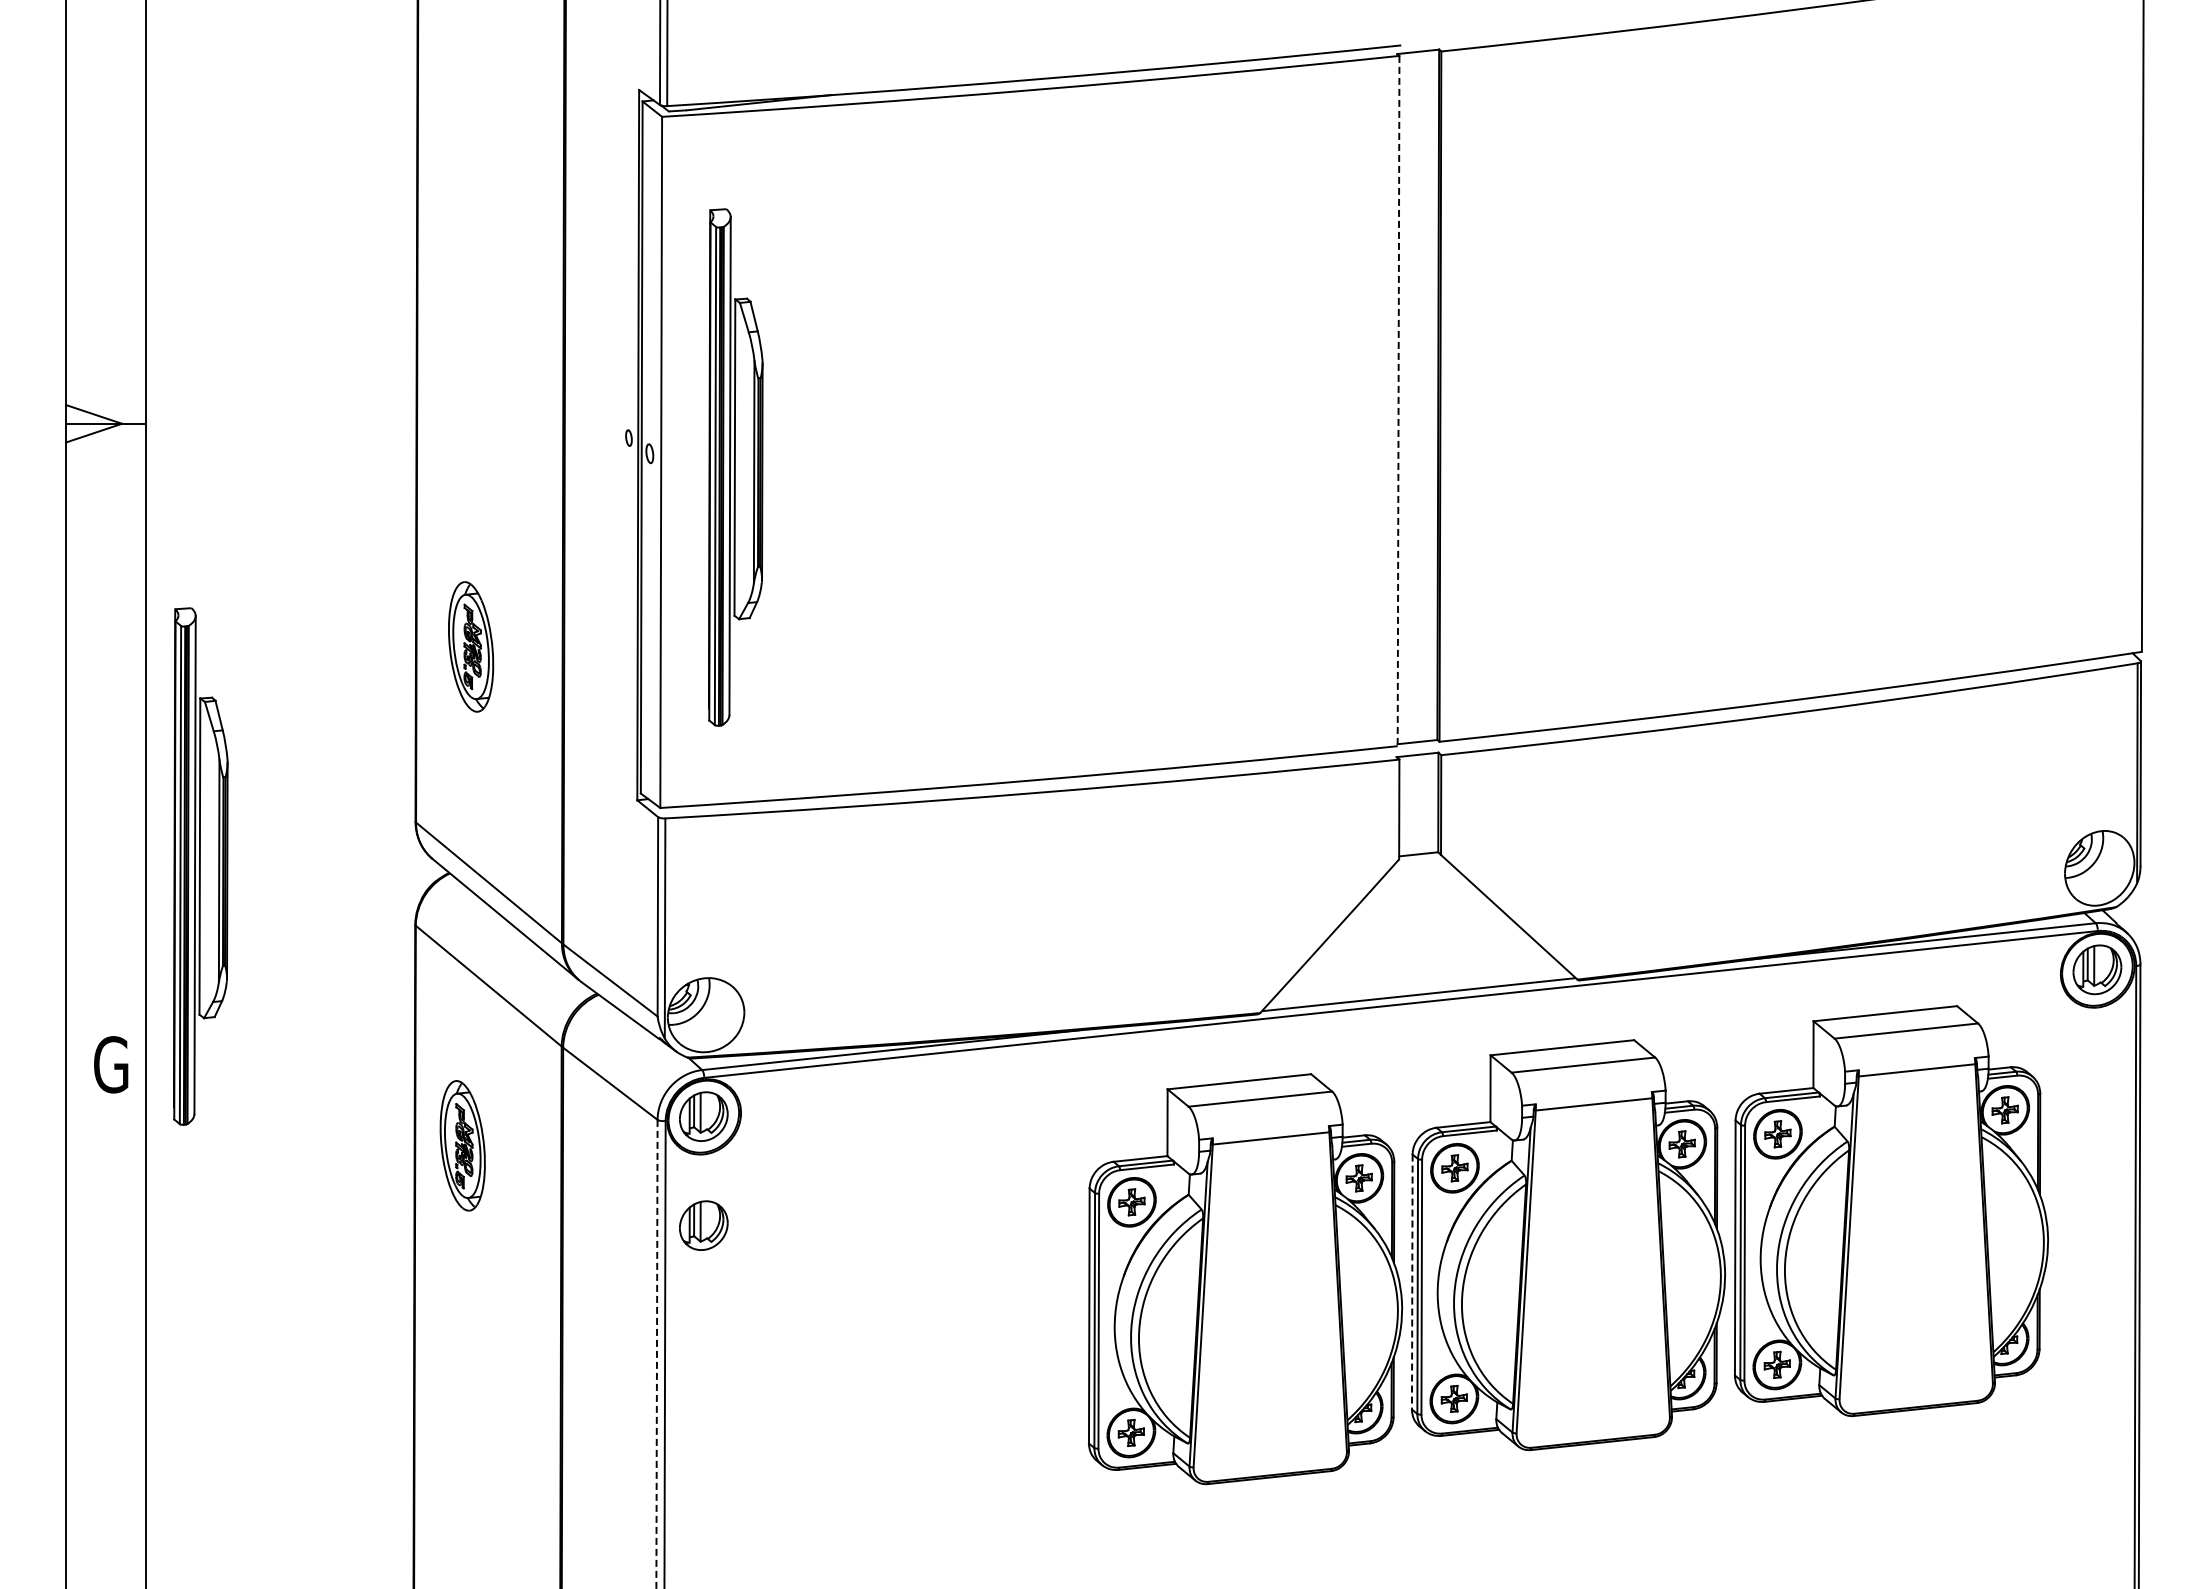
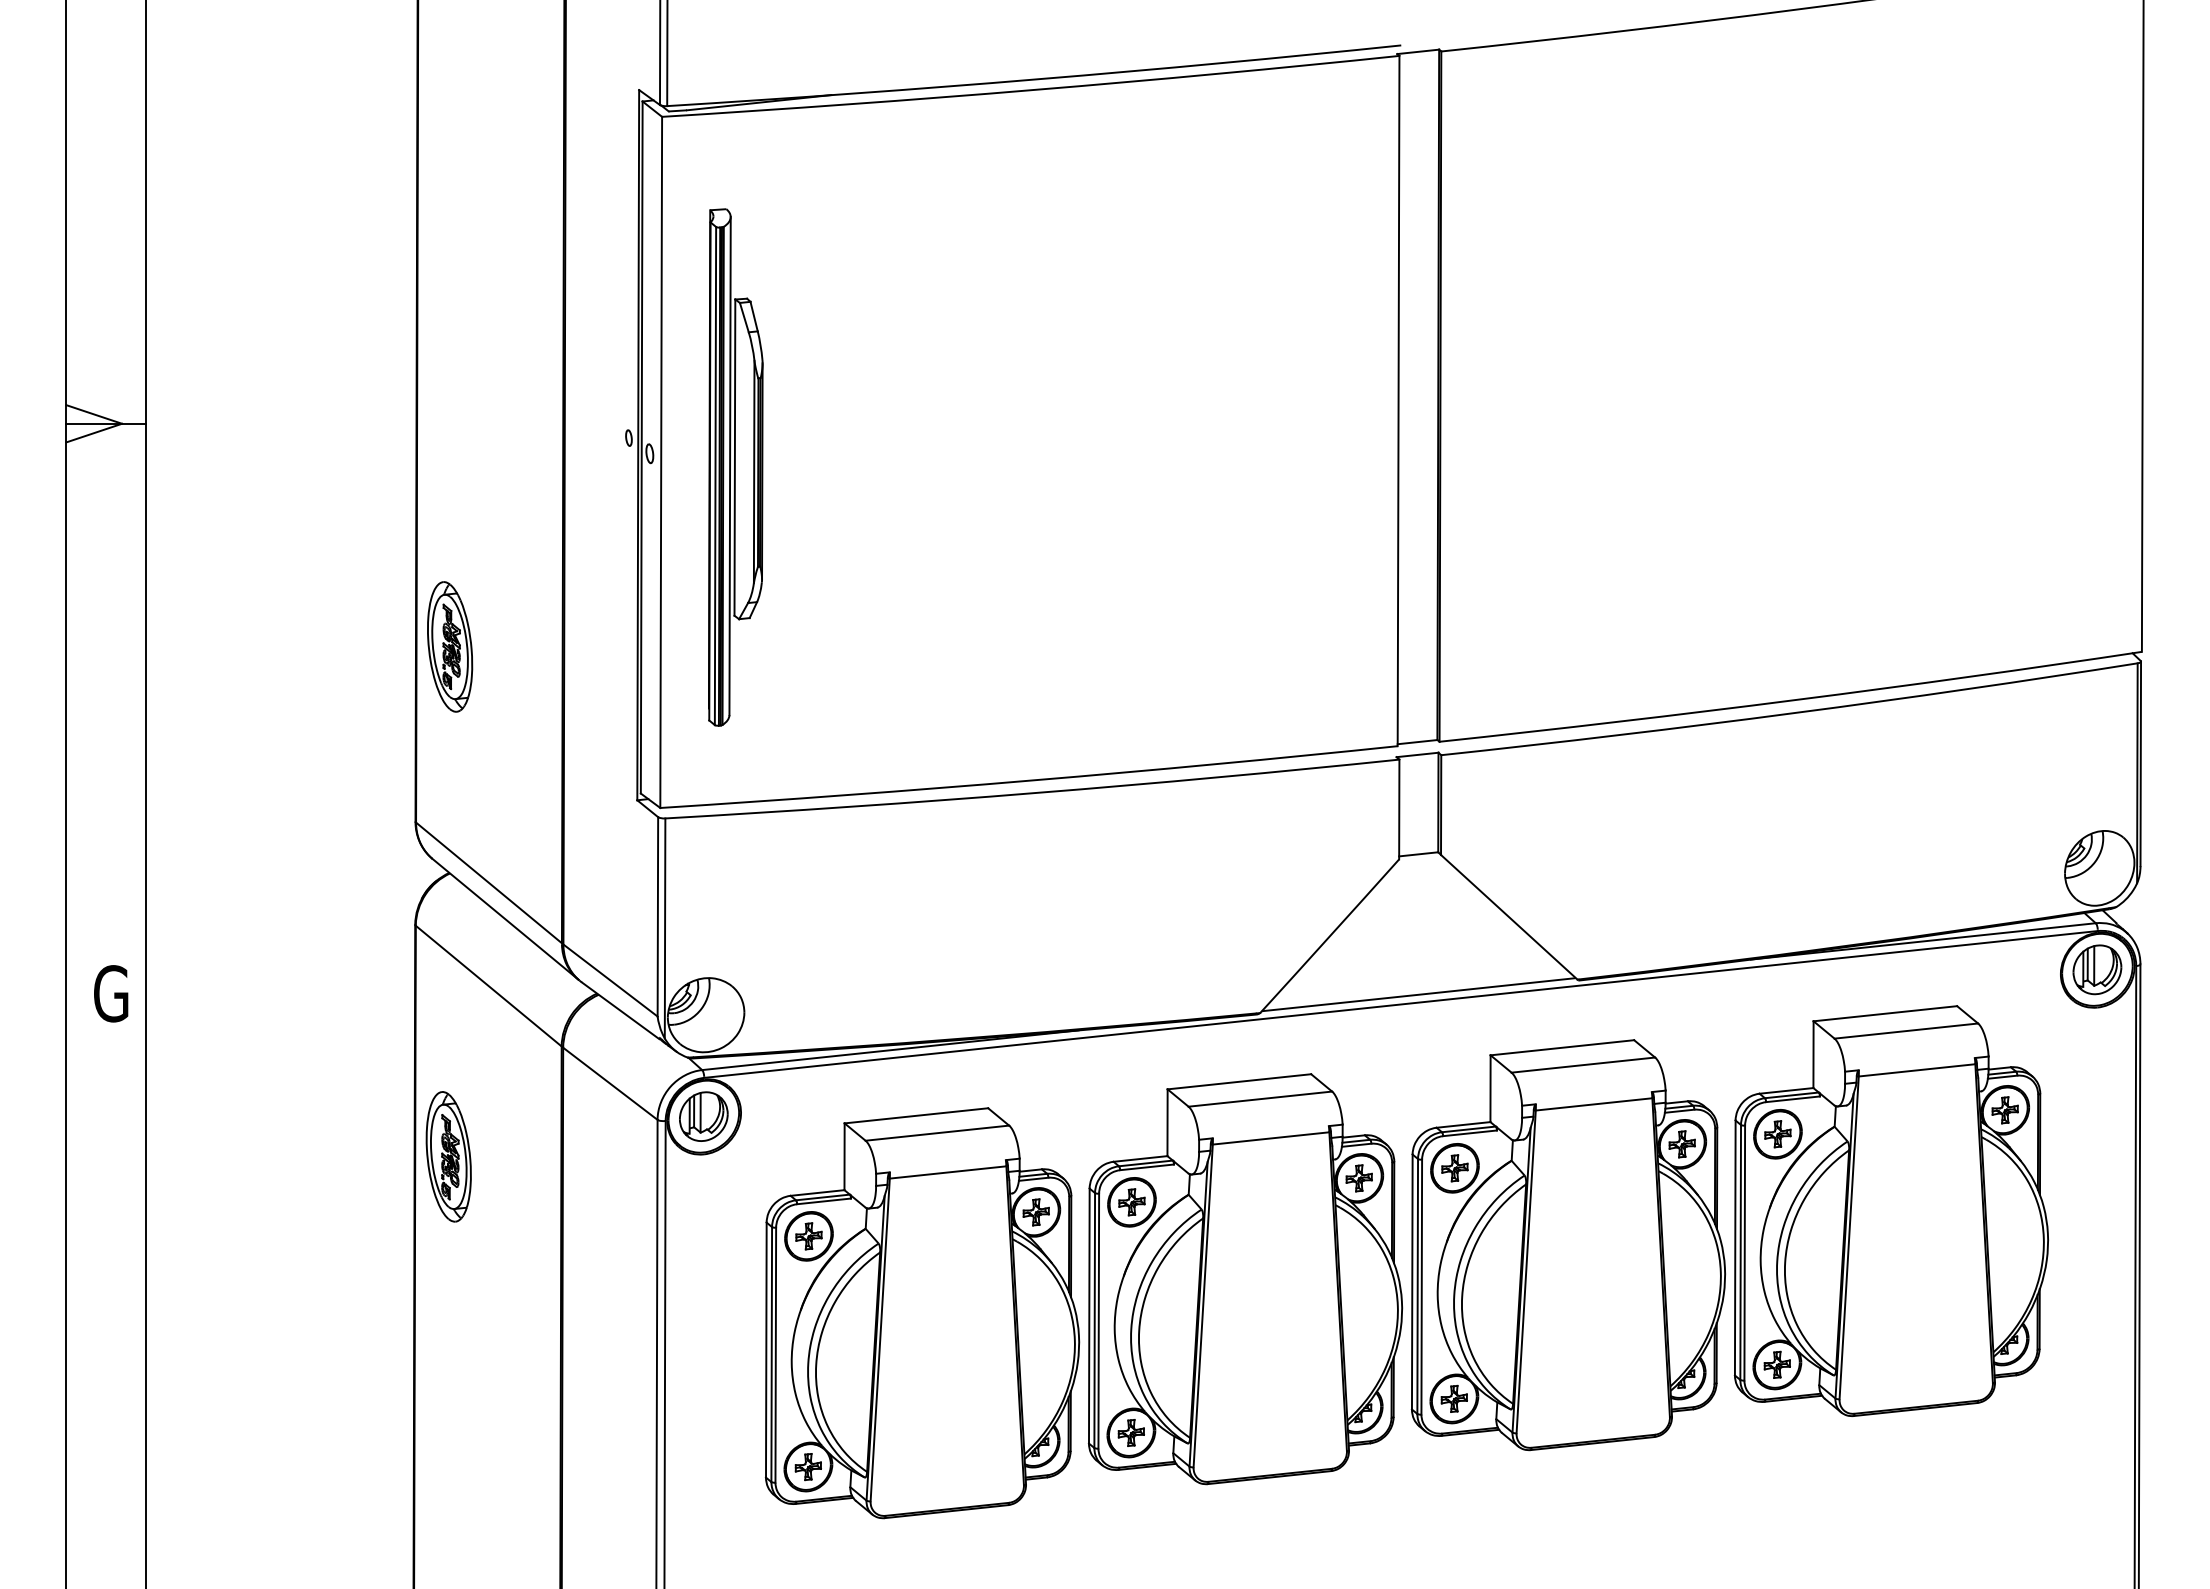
line at (1398, 401): dashed -> solid
part at (471, 646) position: (471, 646) -> (450, 646)
part at (200, 866): present -> none
text at (111, 1064) position: (111, 1064) -> (111, 993)
part at (462, 1145) position: (462, 1145) -> (448, 1156)
part at (703, 1225): present -> none
line at (1412, 1282): dashed -> solid
part at (922, 1313): none -> present
line at (656, 1354): dashed -> solid
